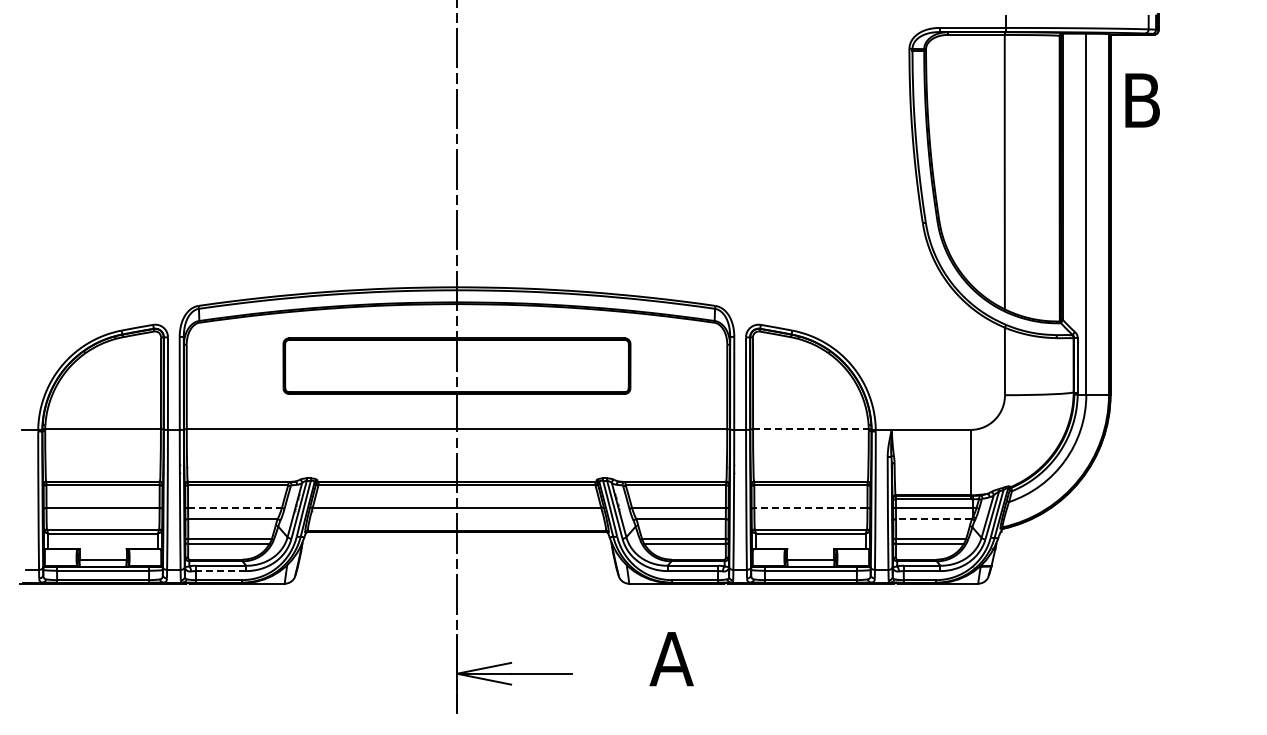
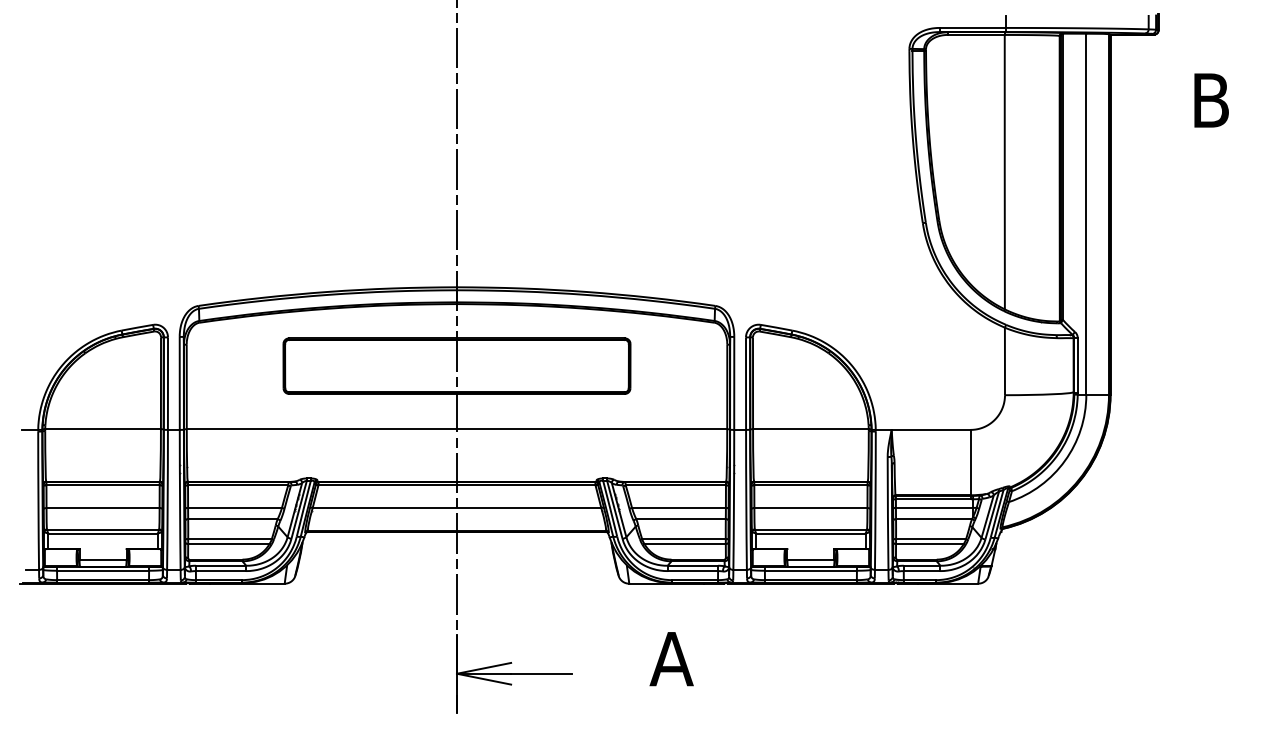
text at (1142, 100) position: (1142, 100) -> (1211, 100)
line at (810, 429): dashed -> solid
line at (235, 507): dashed -> solid
line at (810, 508): dashed -> solid
line at (933, 519): dashed -> solid
line at (220, 571): dashed -> solid
